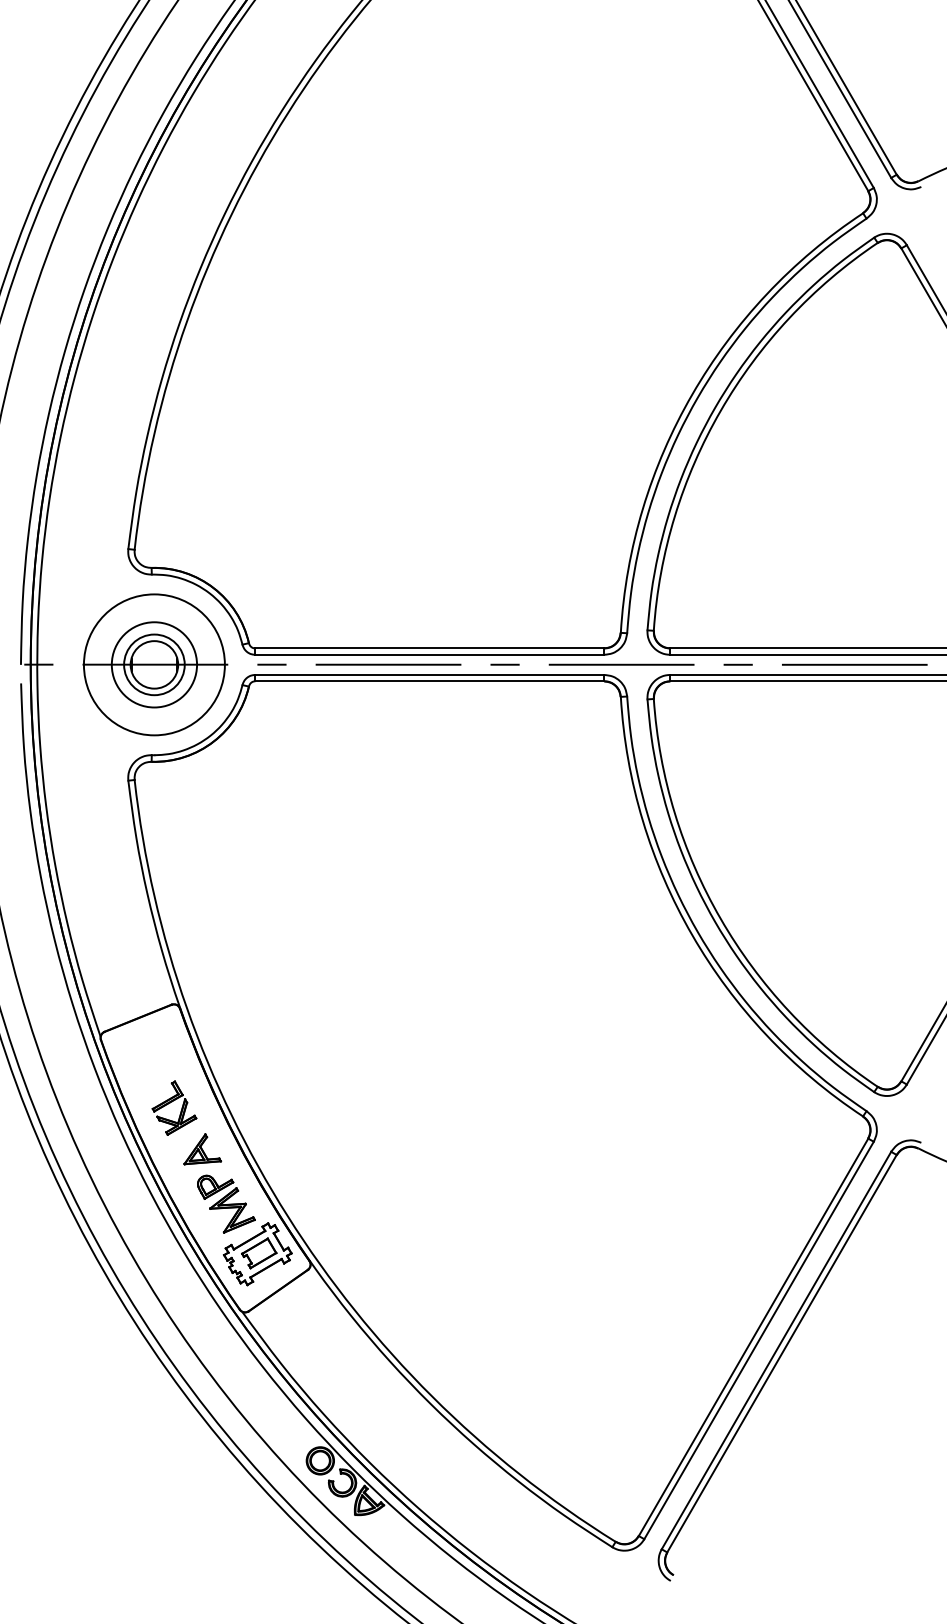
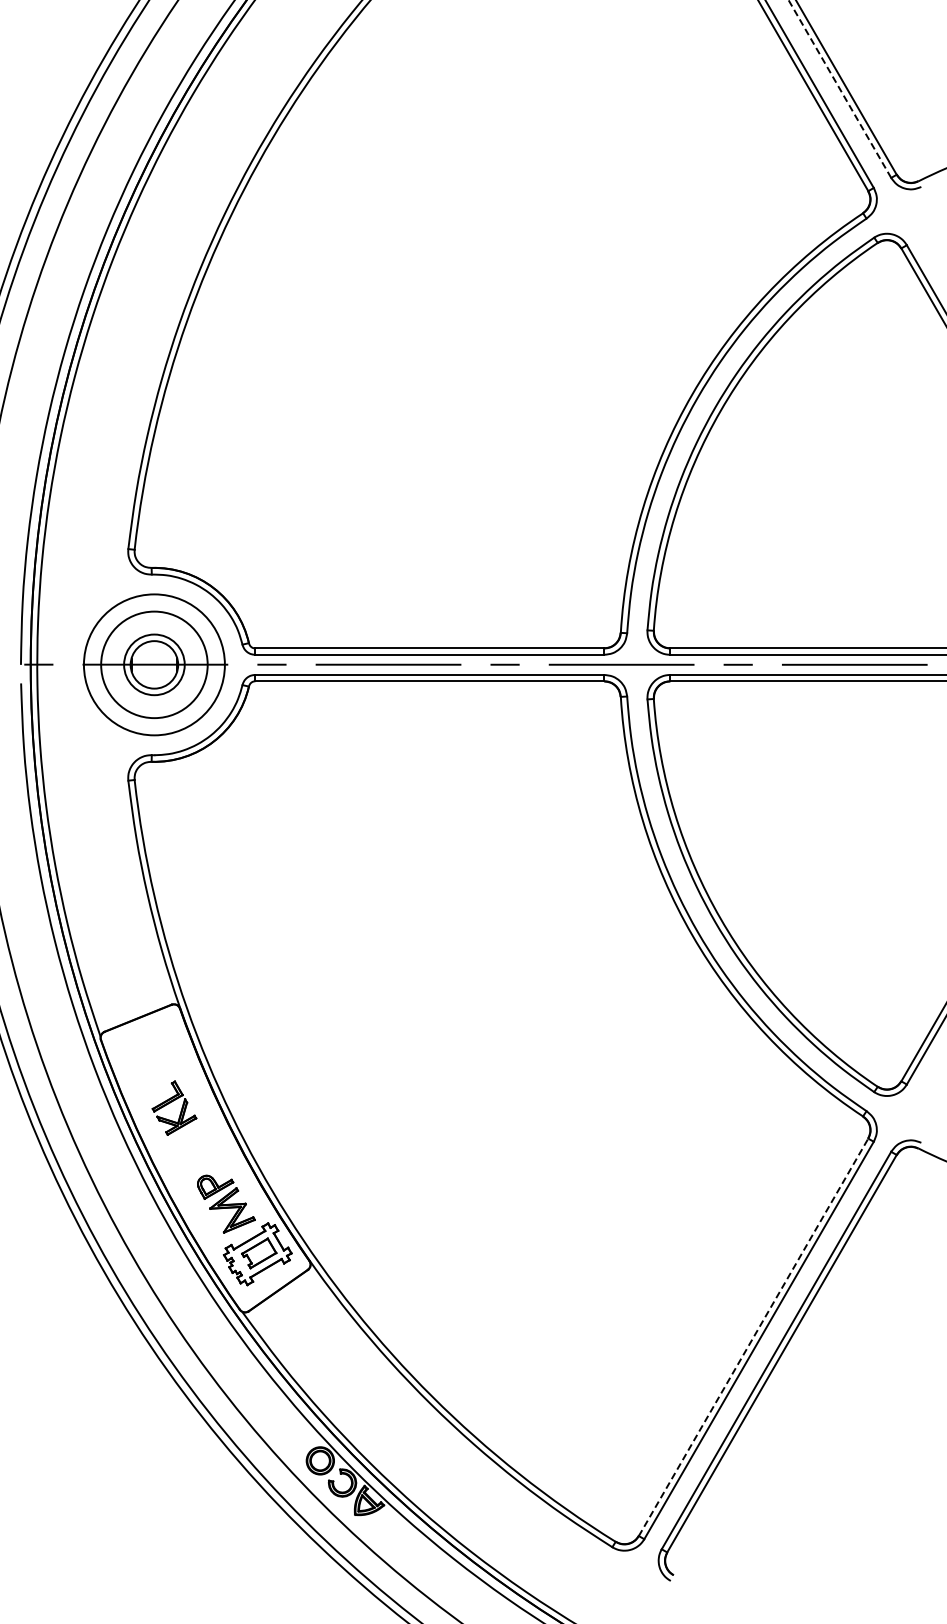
line at (839, 88): solid -> dashed
circle at (154, 664) diameter: 85 px -> 107 px
part at (202, 1149): present -> none
line at (753, 1337): solid -> dashed
